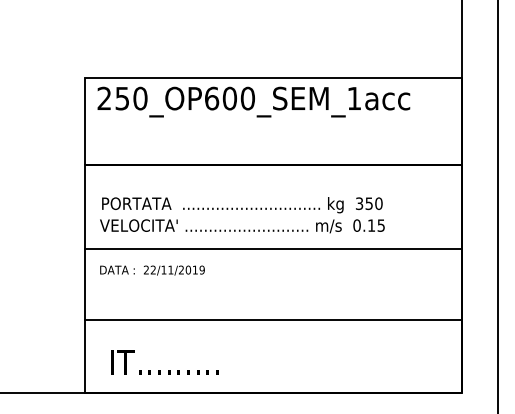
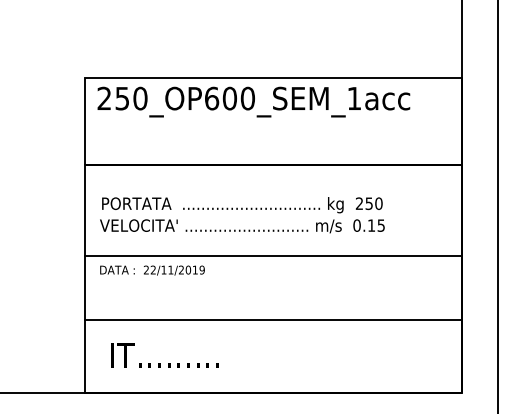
text at (359, 204): 350 -> 250
line at (273, 248) position: (273, 248) -> (273, 255)
text at (164, 362) position: (164, 362) -> (164, 355)
